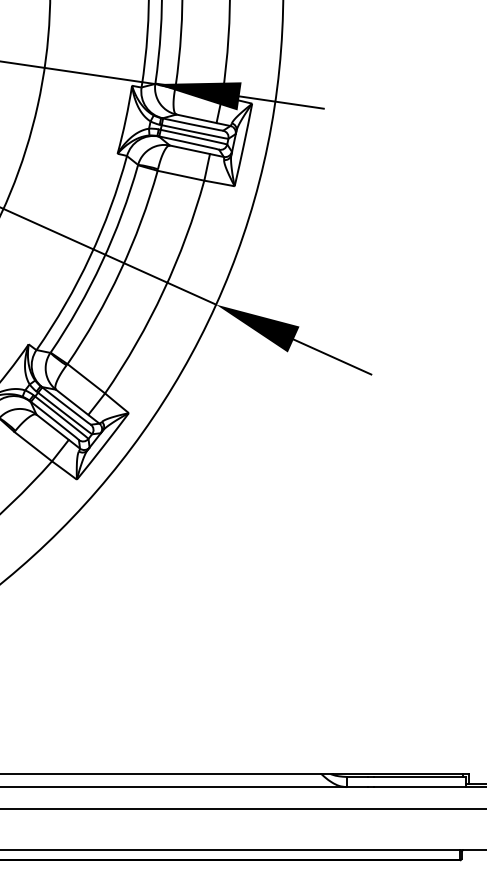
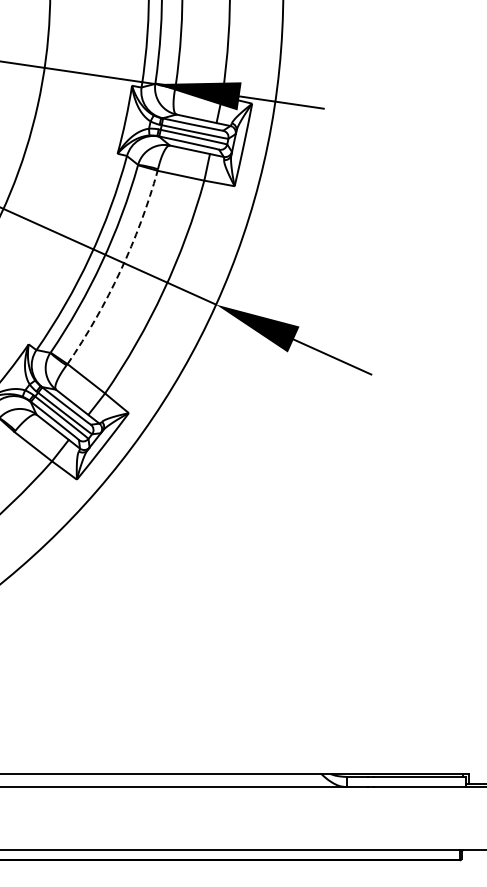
arc at (120, 271): solid -> dashed
line at (242, 809): present -> none
